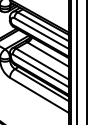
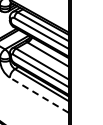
line at (77, 61): present -> none
line at (87, 61): present -> none
line at (38, 95): solid -> dashed
